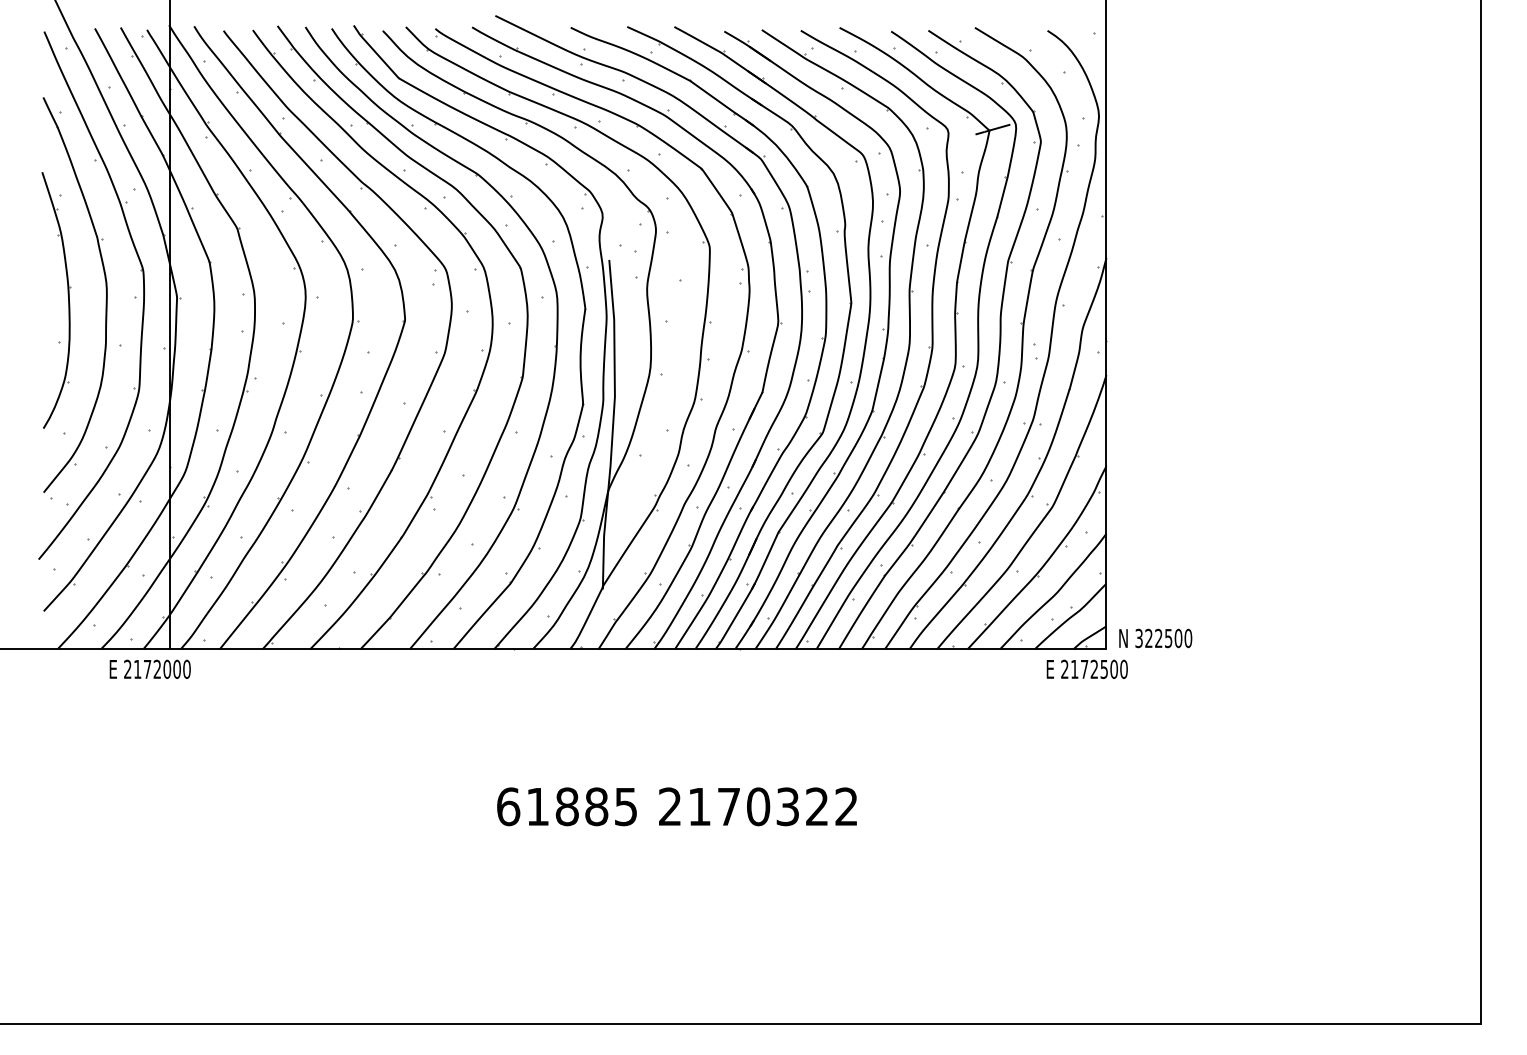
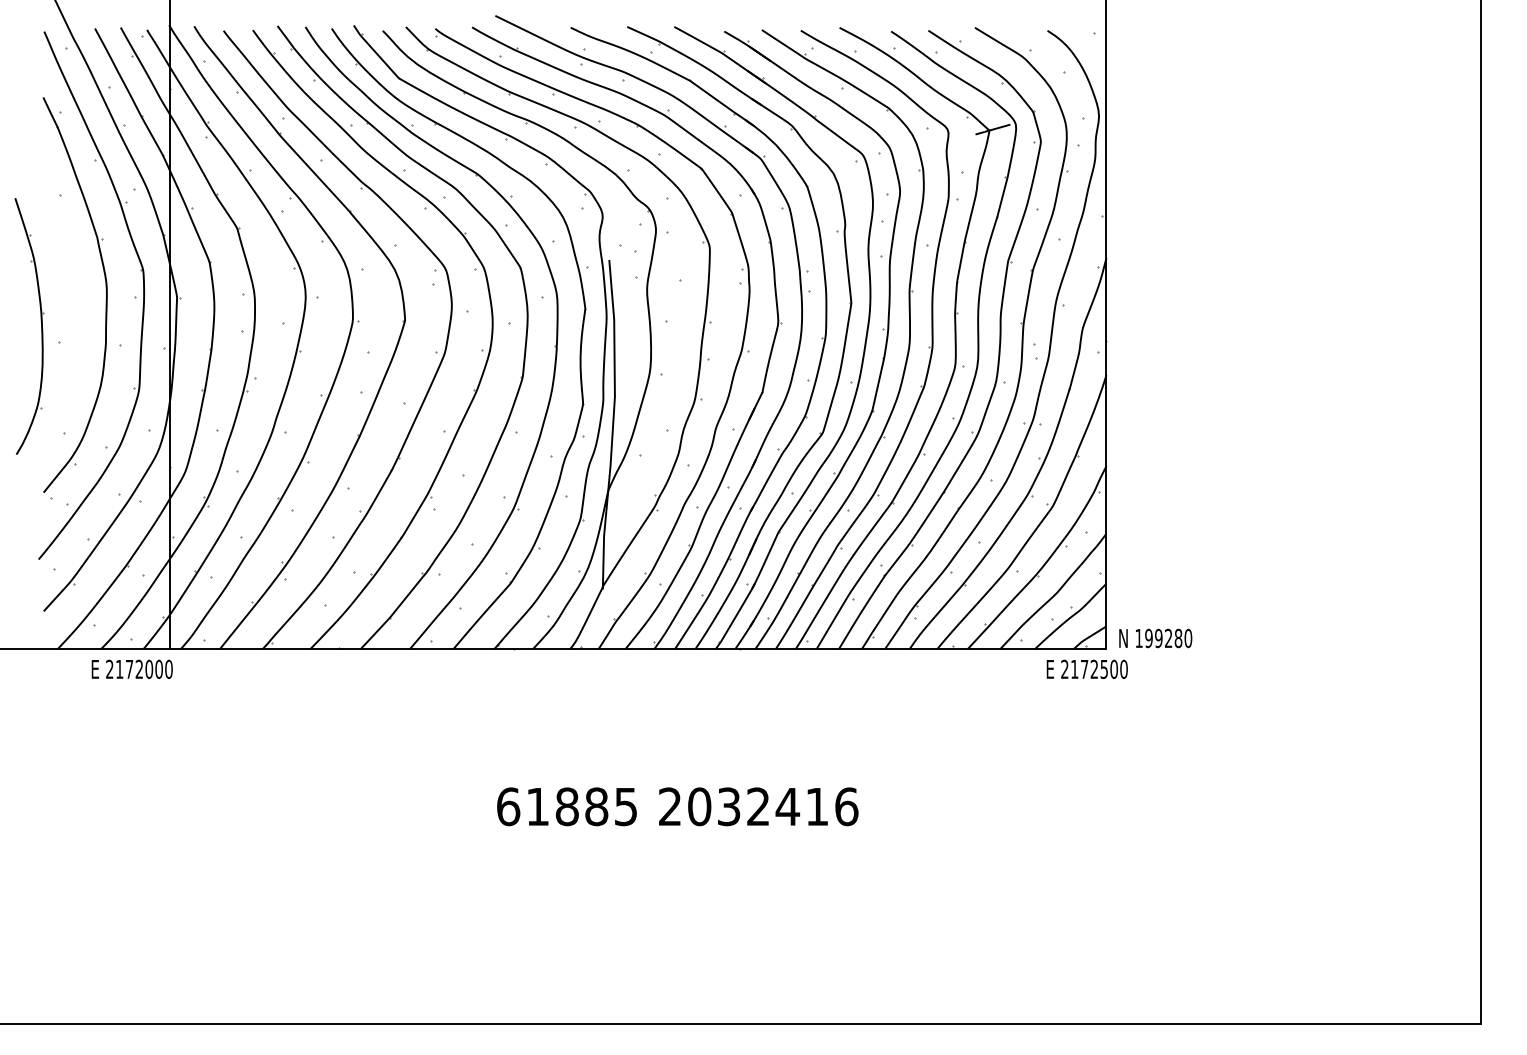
part at (68, 300) position: (68, 300) -> (41, 326)
text at (1158, 638): 322500 -> 199280
text at (149, 668) position: (149, 668) -> (131, 668)
text at (773, 806): 2170322 -> 2032416
